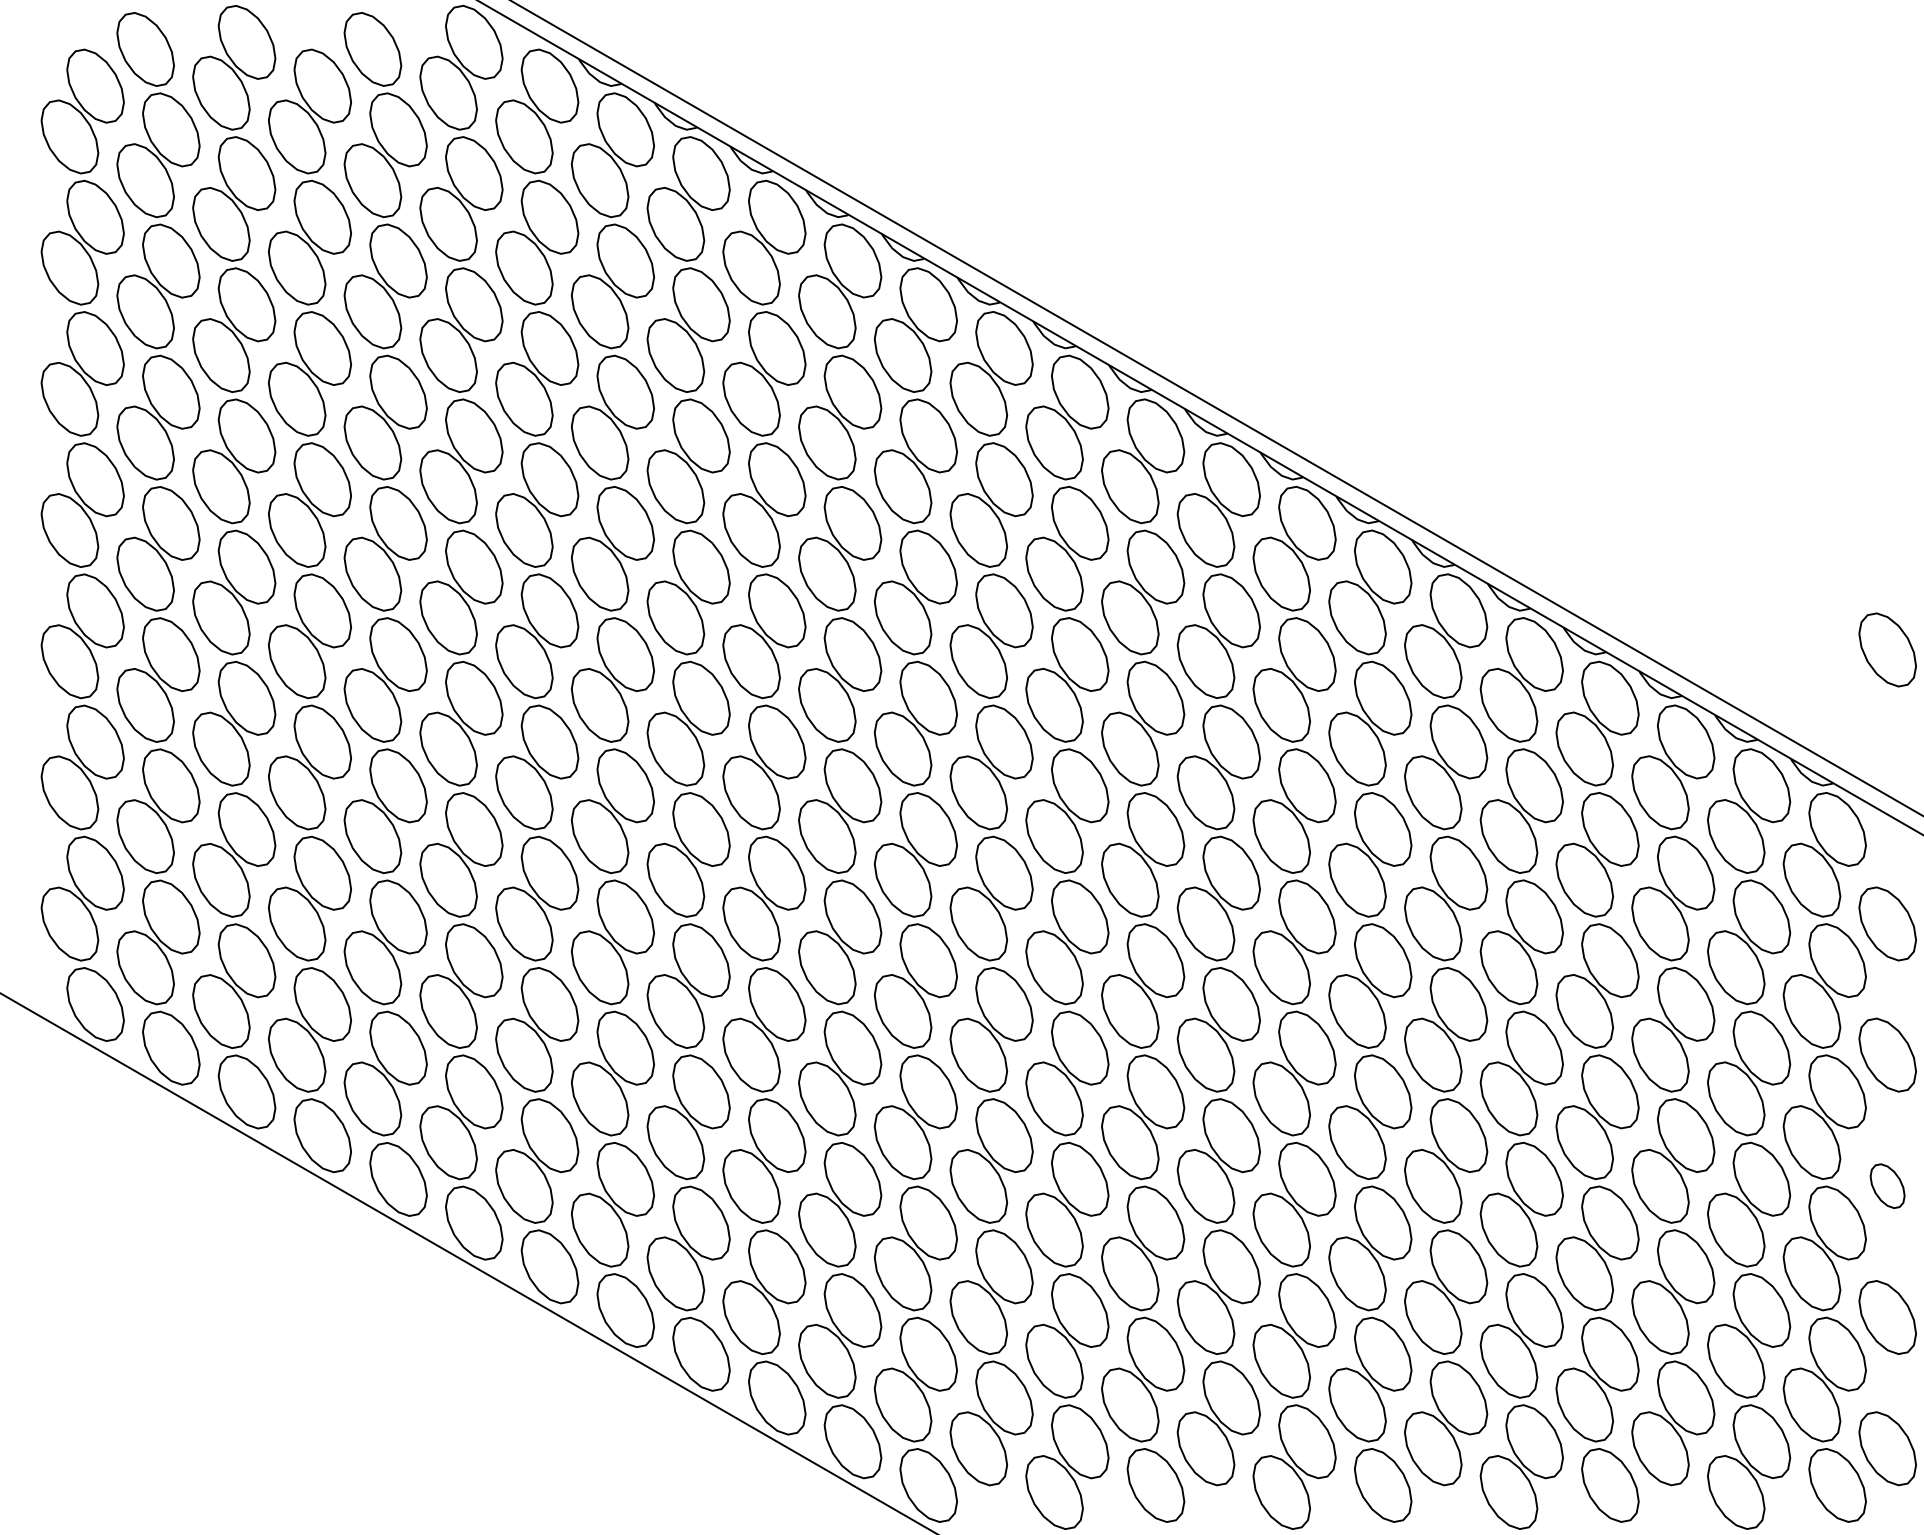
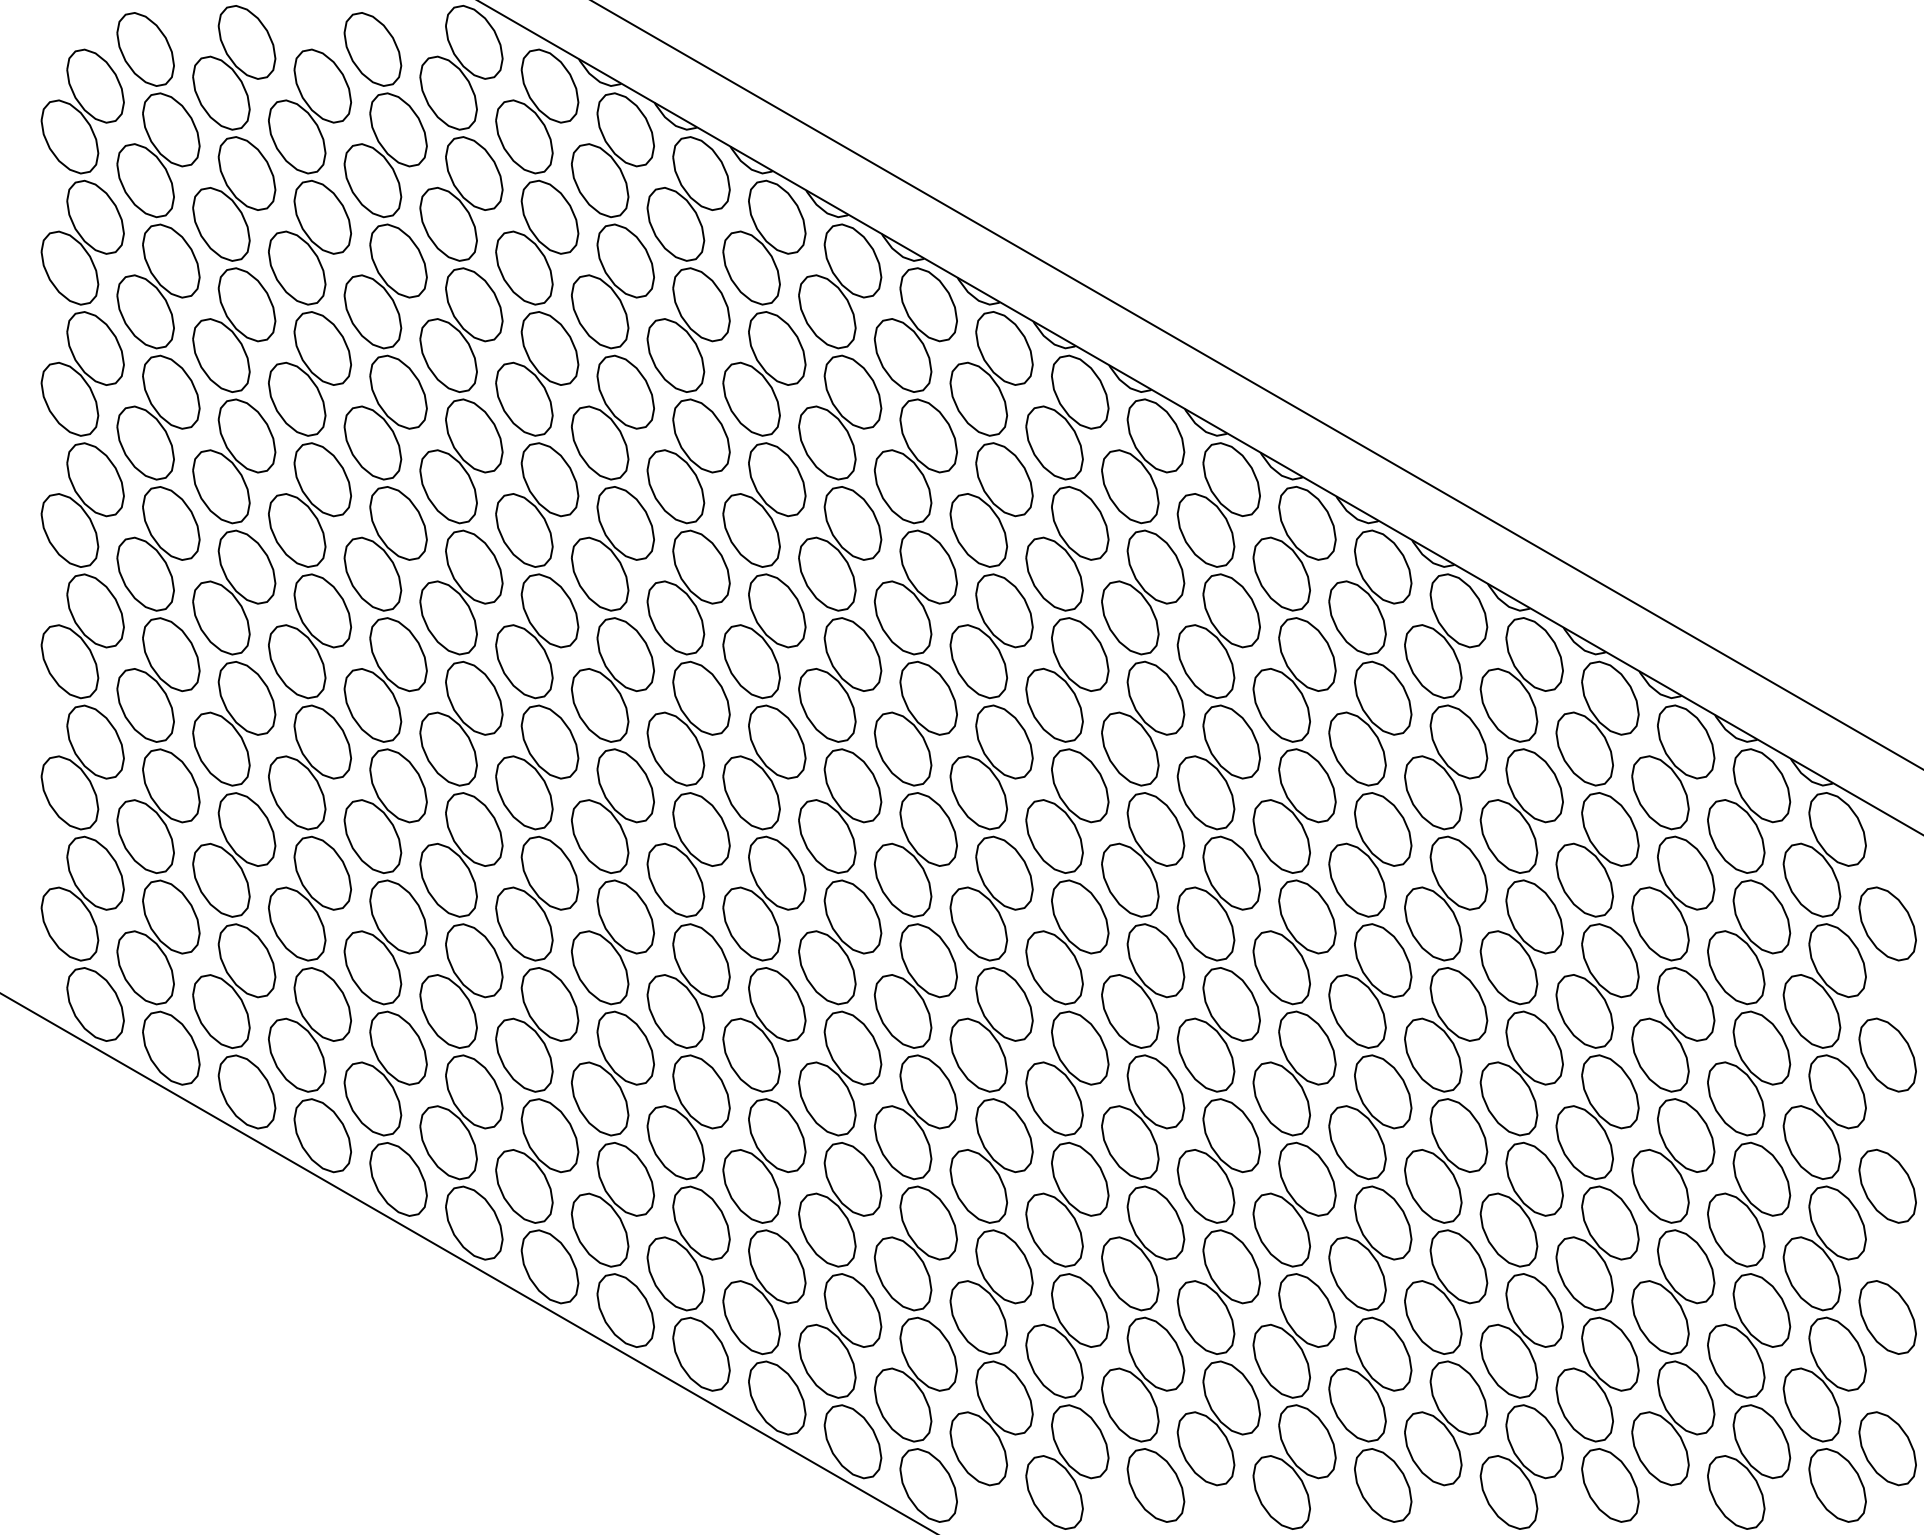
line at (1216, 408) position: (1216, 408) -> (1257, 384)
part at (1887, 649): present -> none
part at (1887, 1185) size: 37x46 px -> 59x76 px
